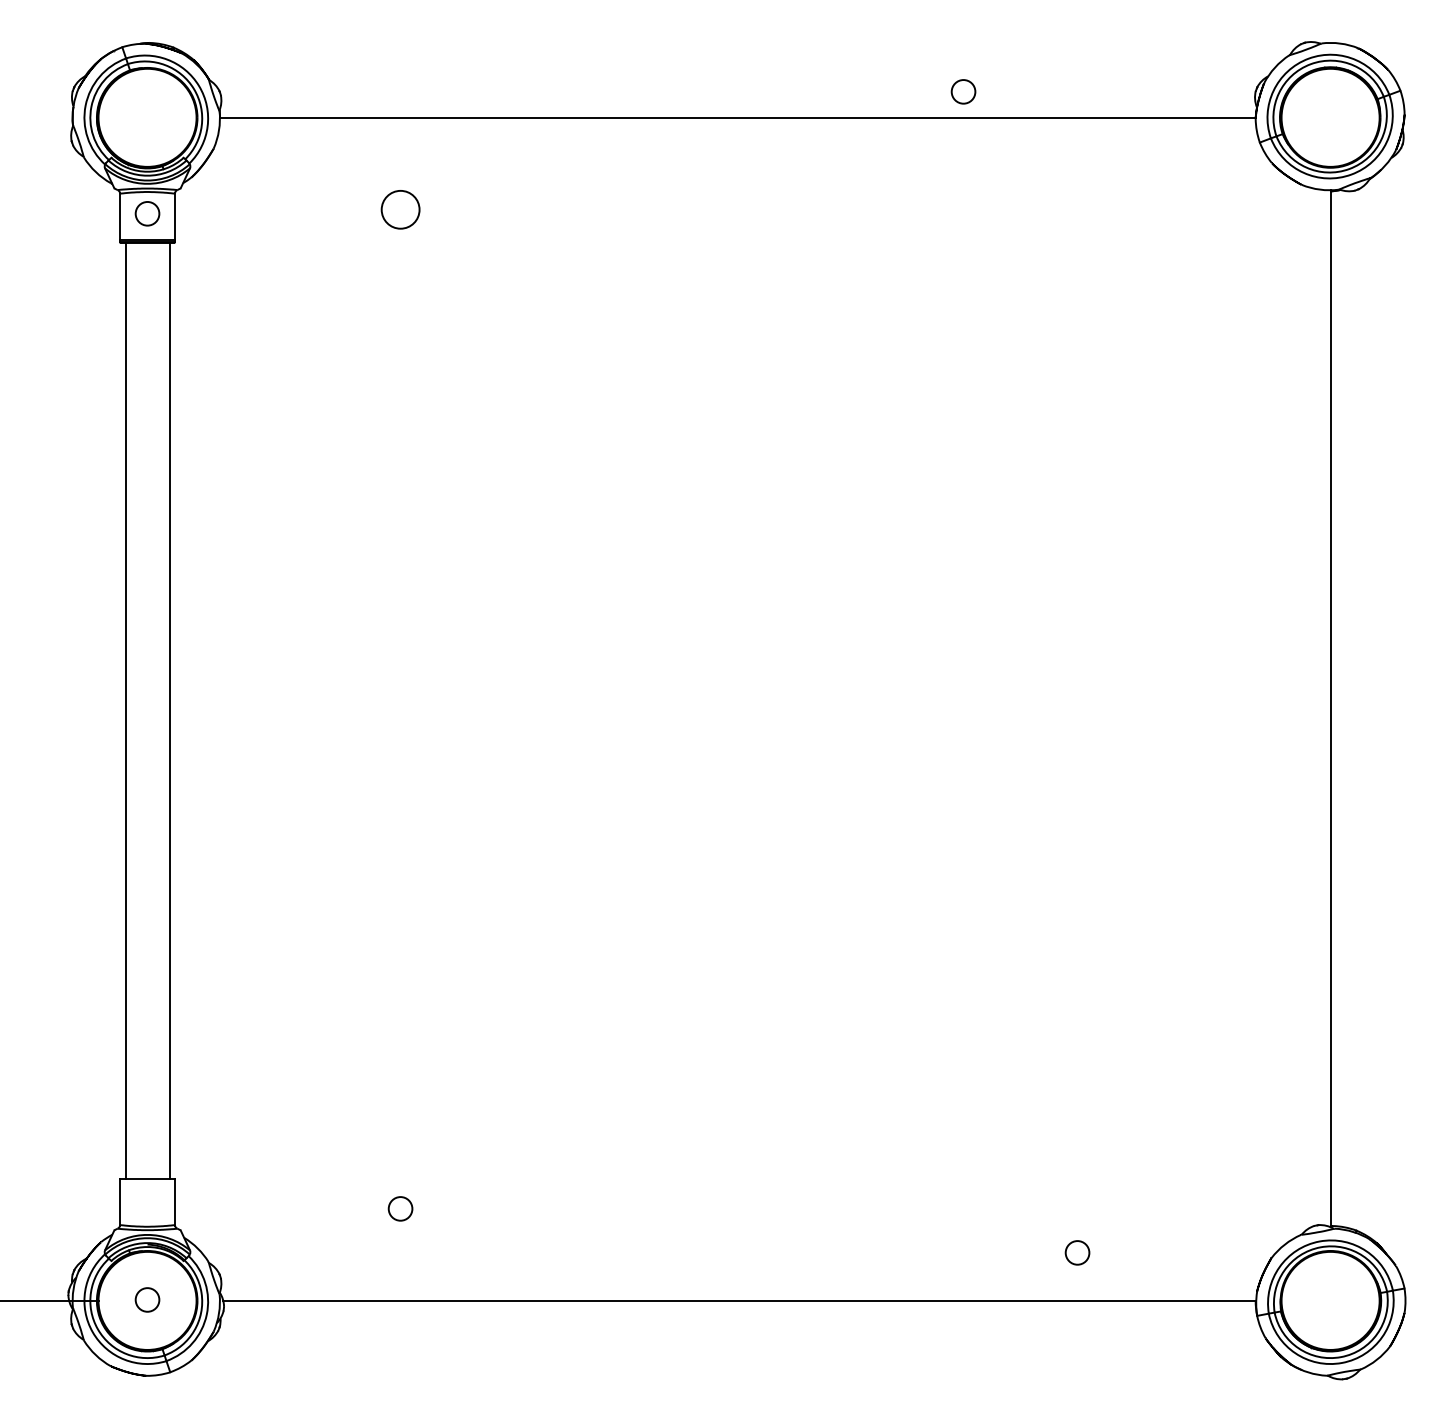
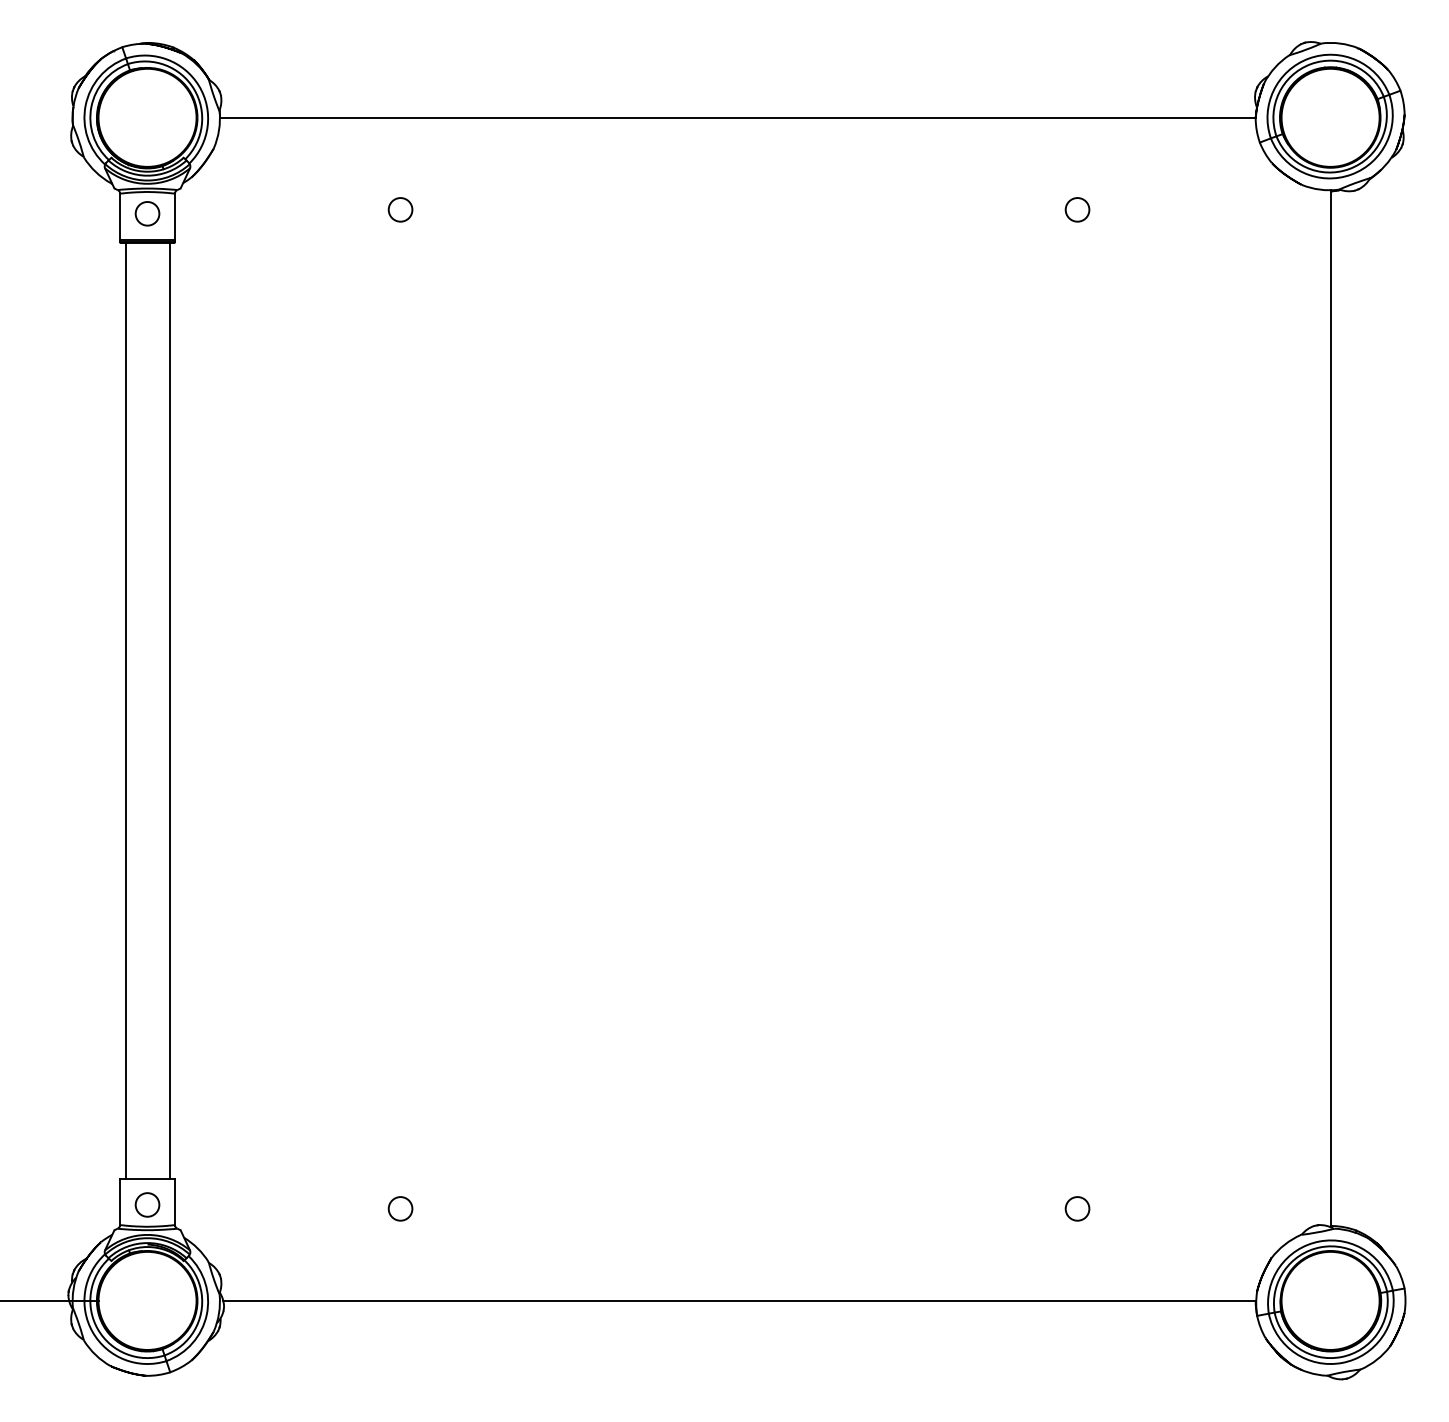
circle at (963, 91) position: (963, 91) -> (1077, 209)
circle at (400, 209) size: 41x40 px -> 27x26 px
circle at (1077, 1252) position: (1077, 1252) -> (1077, 1208)
circle at (147, 1299) position: (147, 1299) -> (147, 1204)
